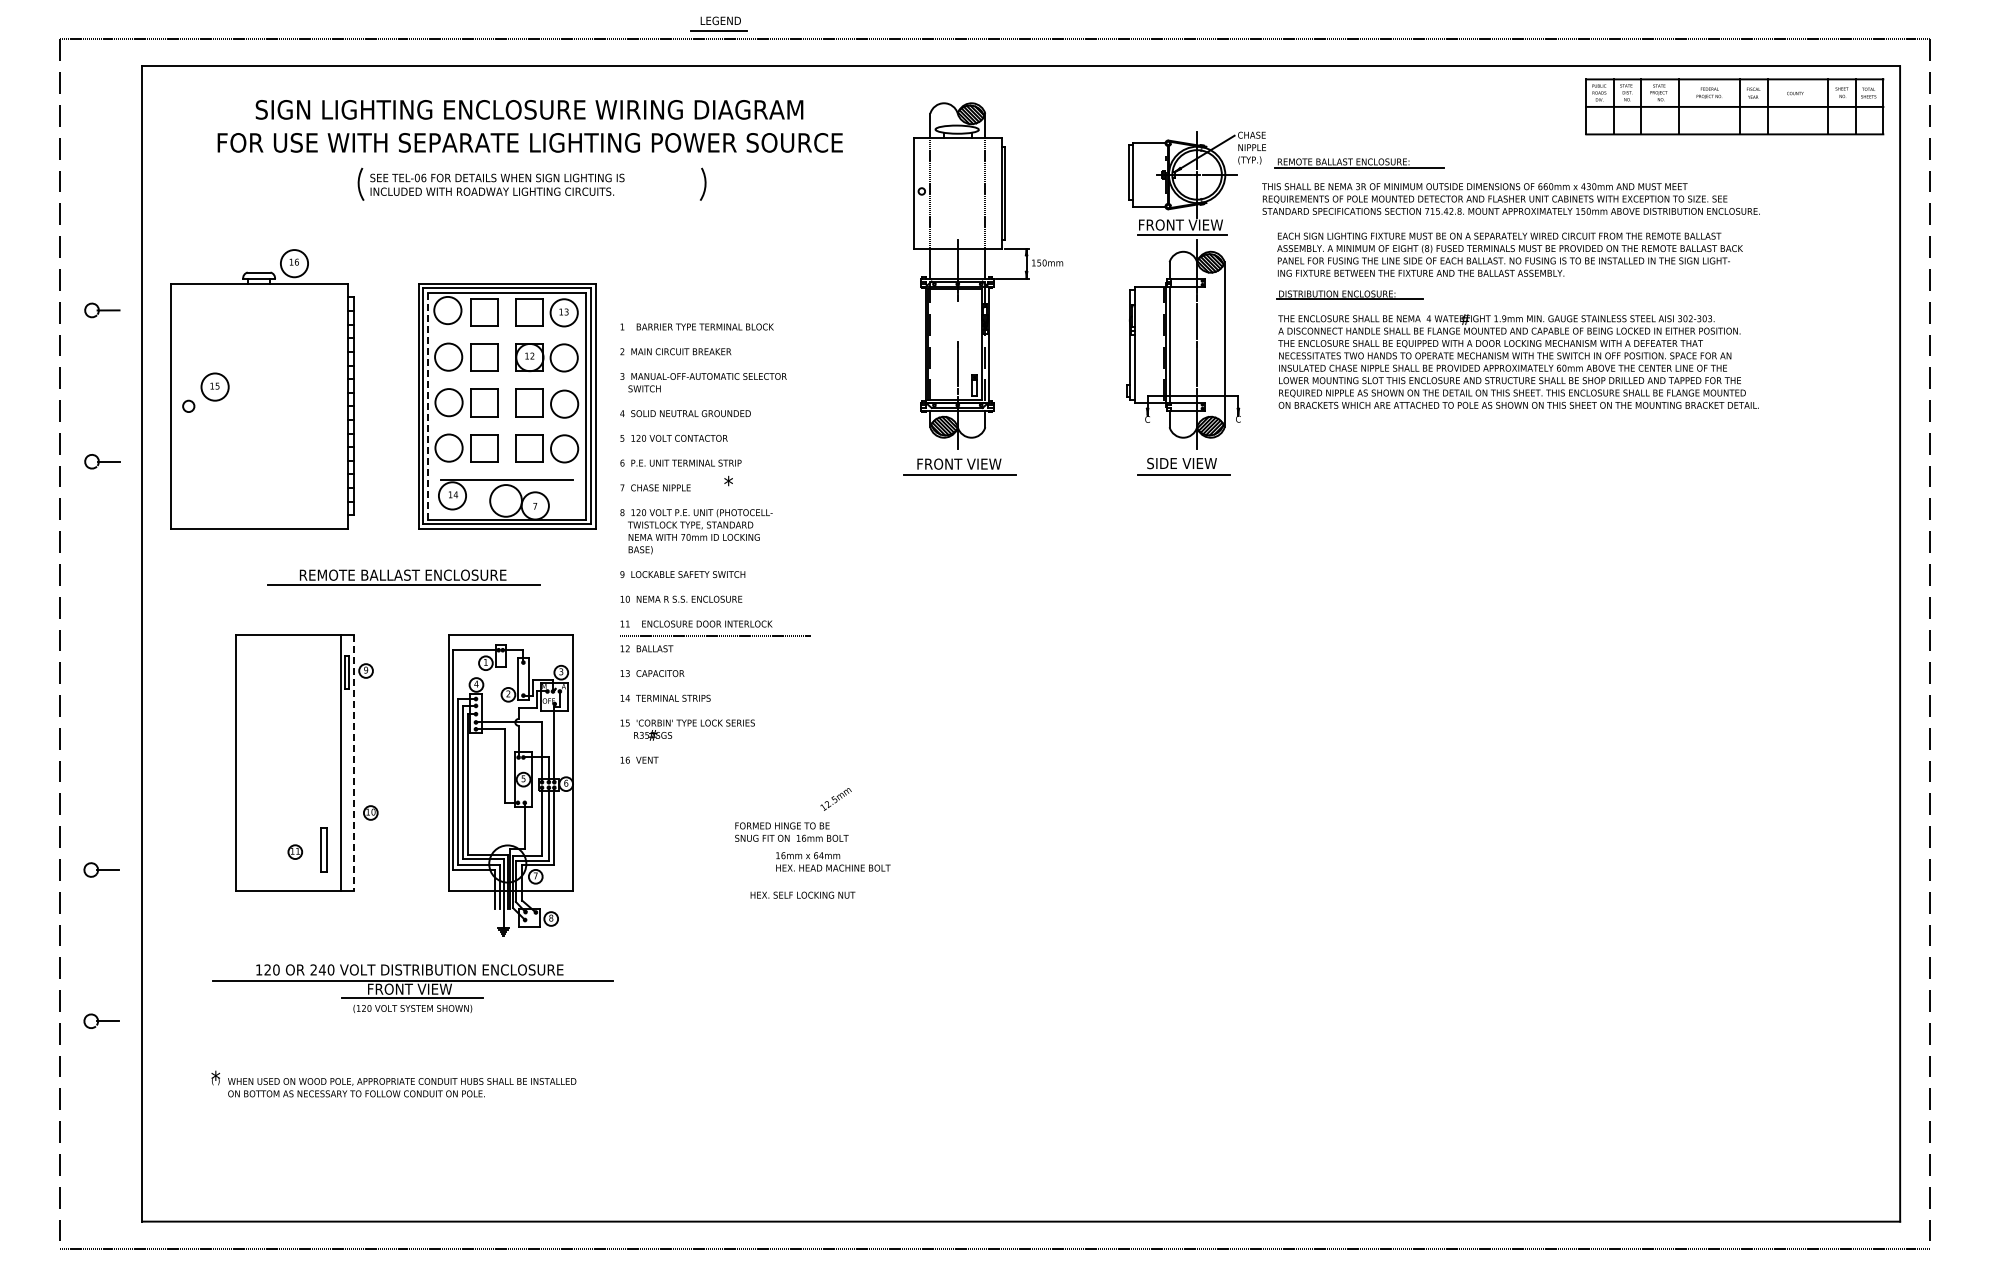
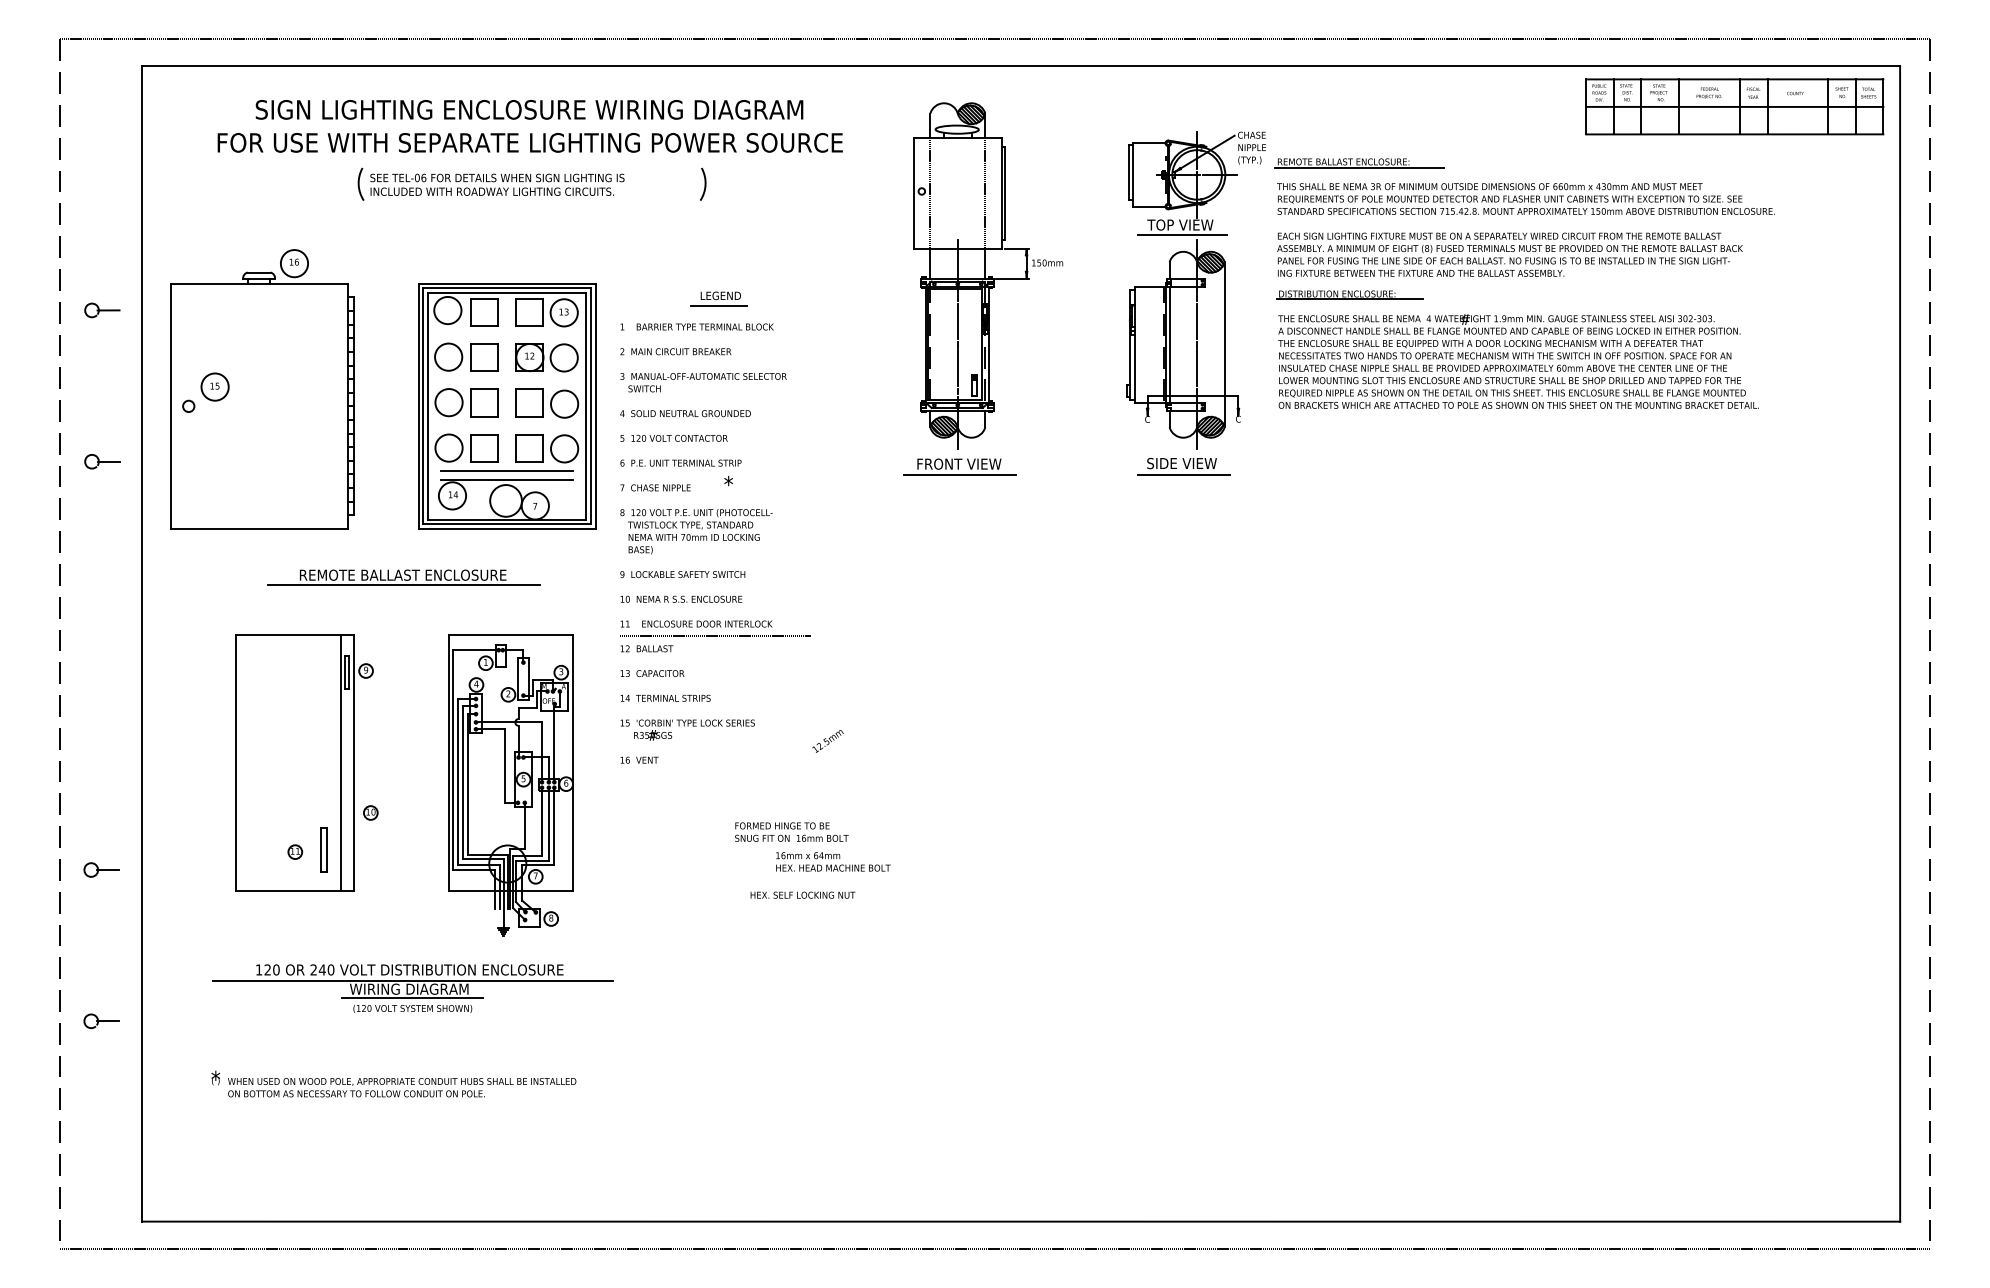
part at (718, 23) position: (718, 23) -> (718, 298)
text at (1510, 198) position: (1510, 198) -> (1525, 198)
text at (1180, 224): FRONT VIEW -> TOP VIEW
line at (957, 321): none -> present
line at (427, 406): dashed -> solid
line at (506, 471): none -> present
line at (354, 762): dashed -> solid
text at (835, 799) position: (835, 799) -> (827, 741)
text at (409, 988): FRONT VIEW -> WIRING DIAGRAM
